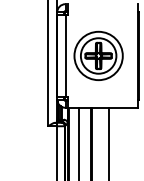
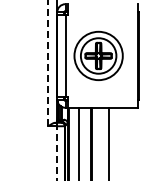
line at (48, 63): solid -> dashed
line at (56, 151): solid -> dashed
